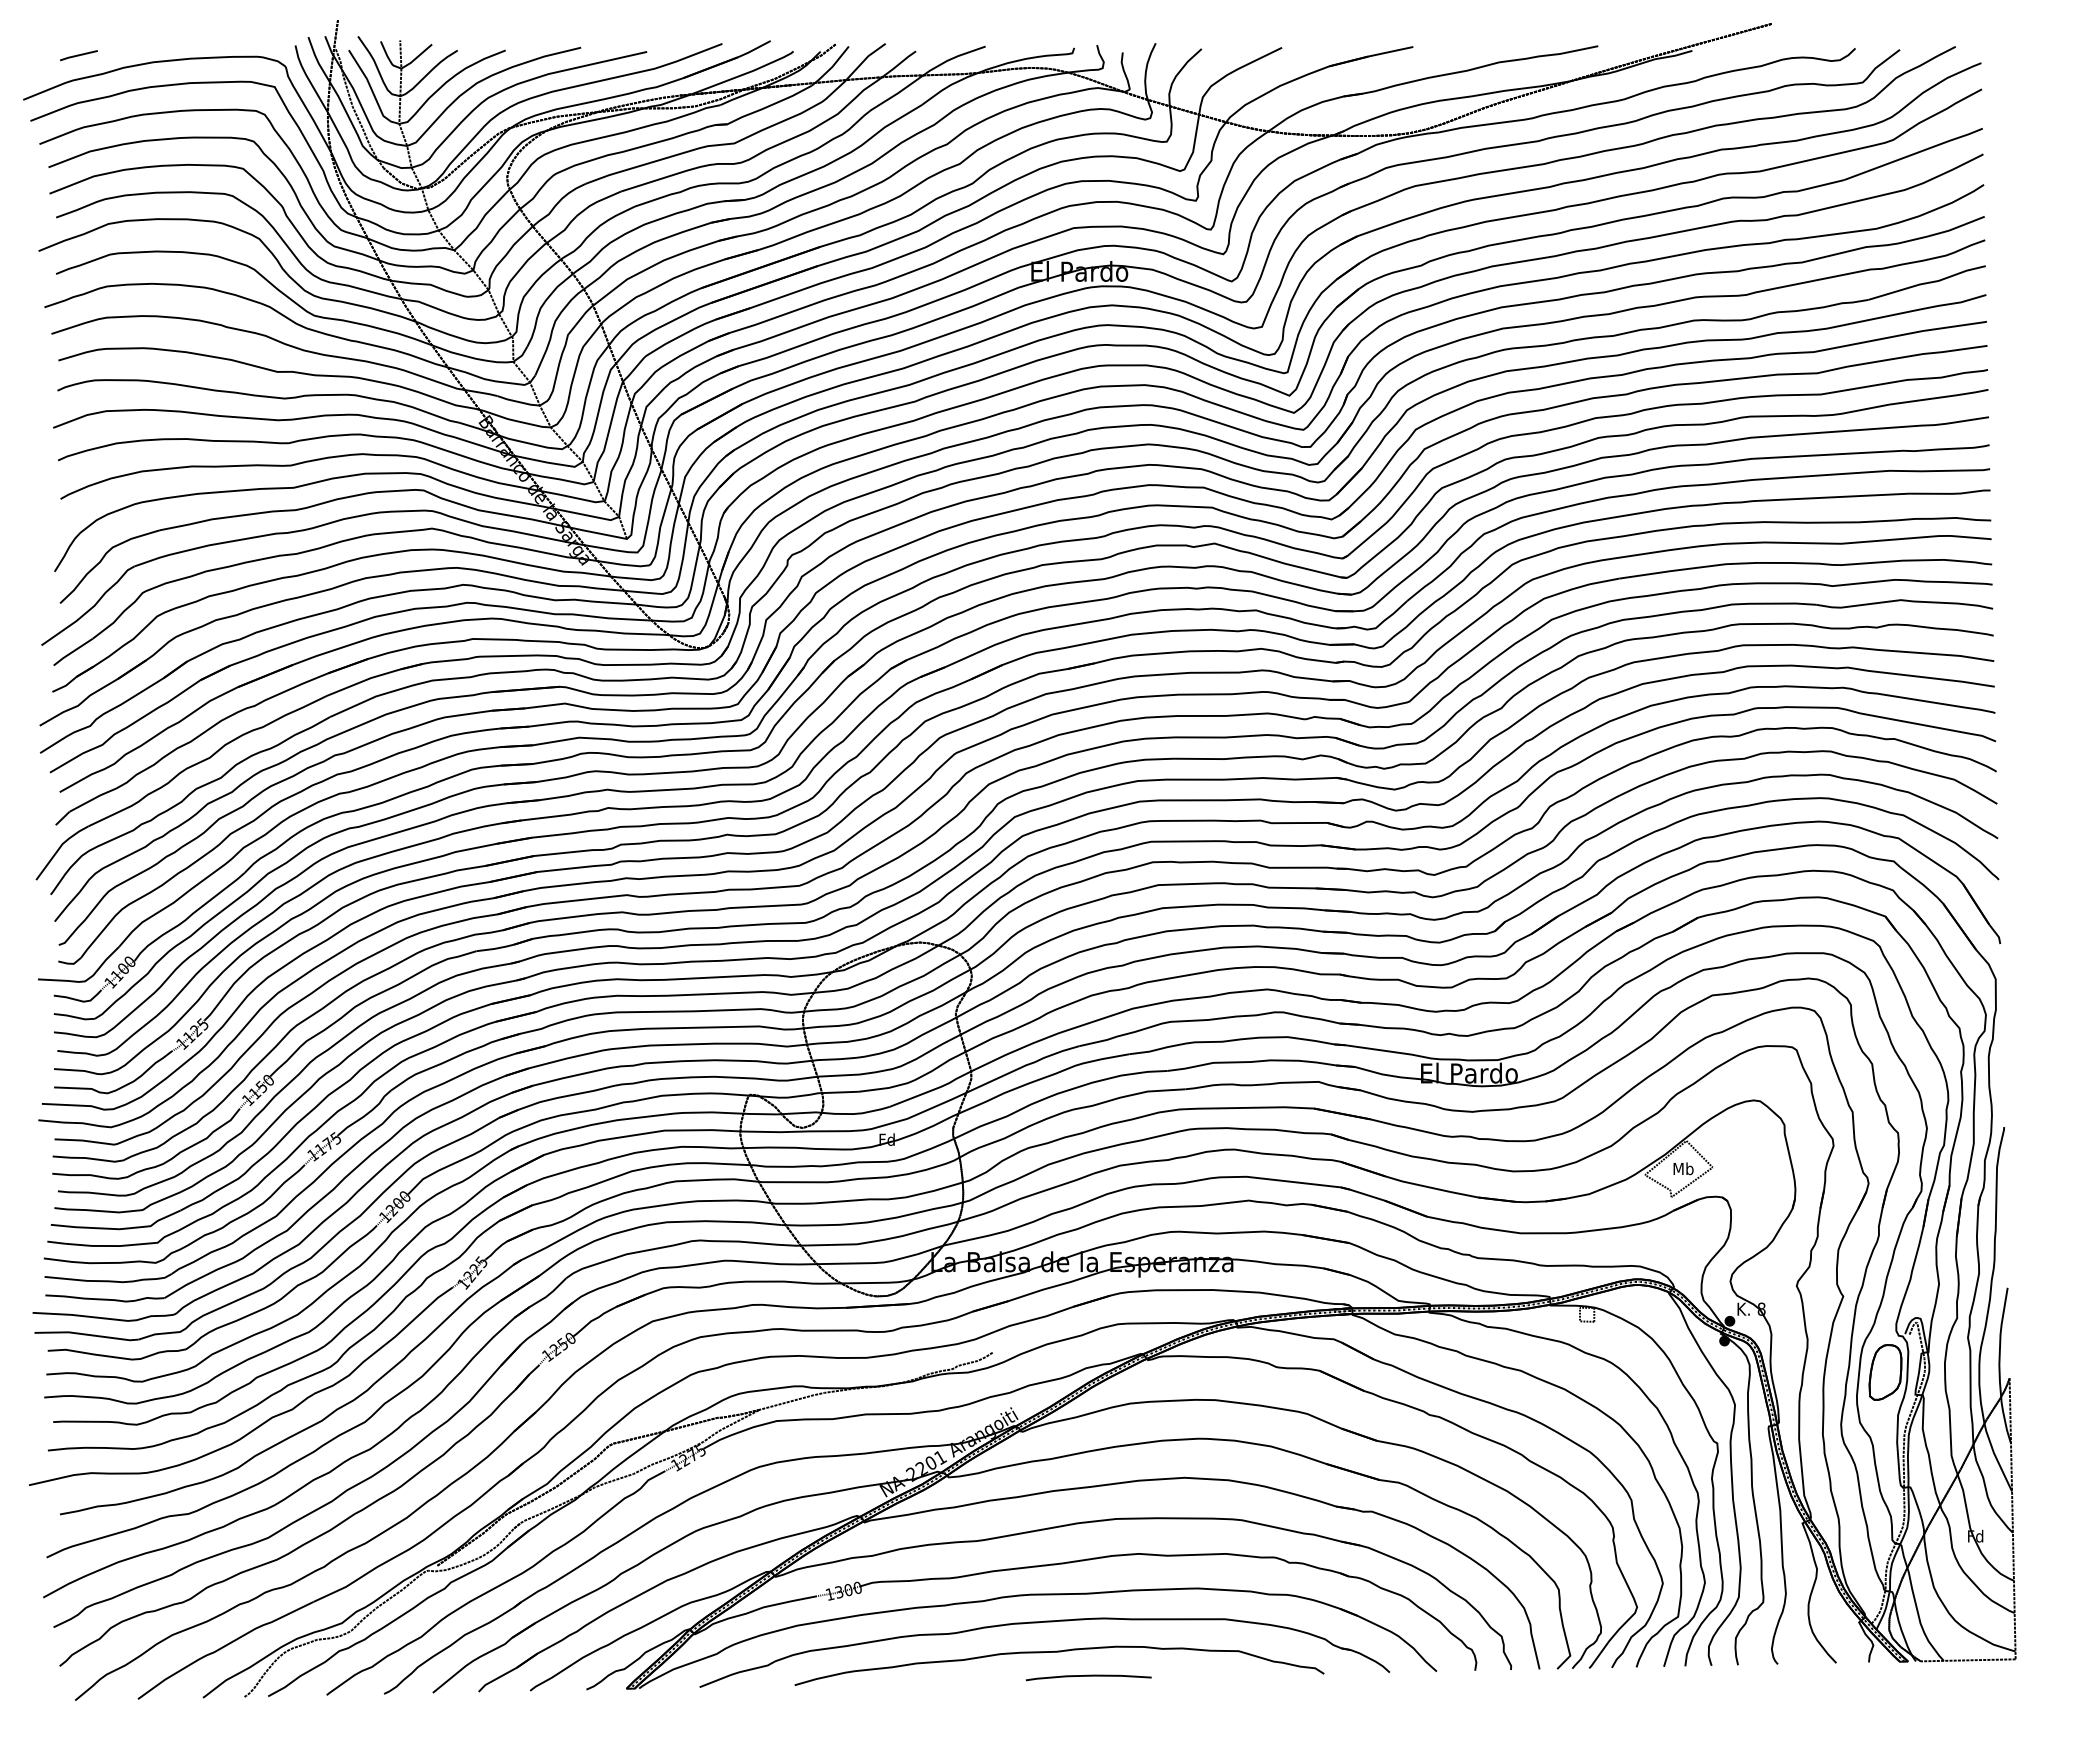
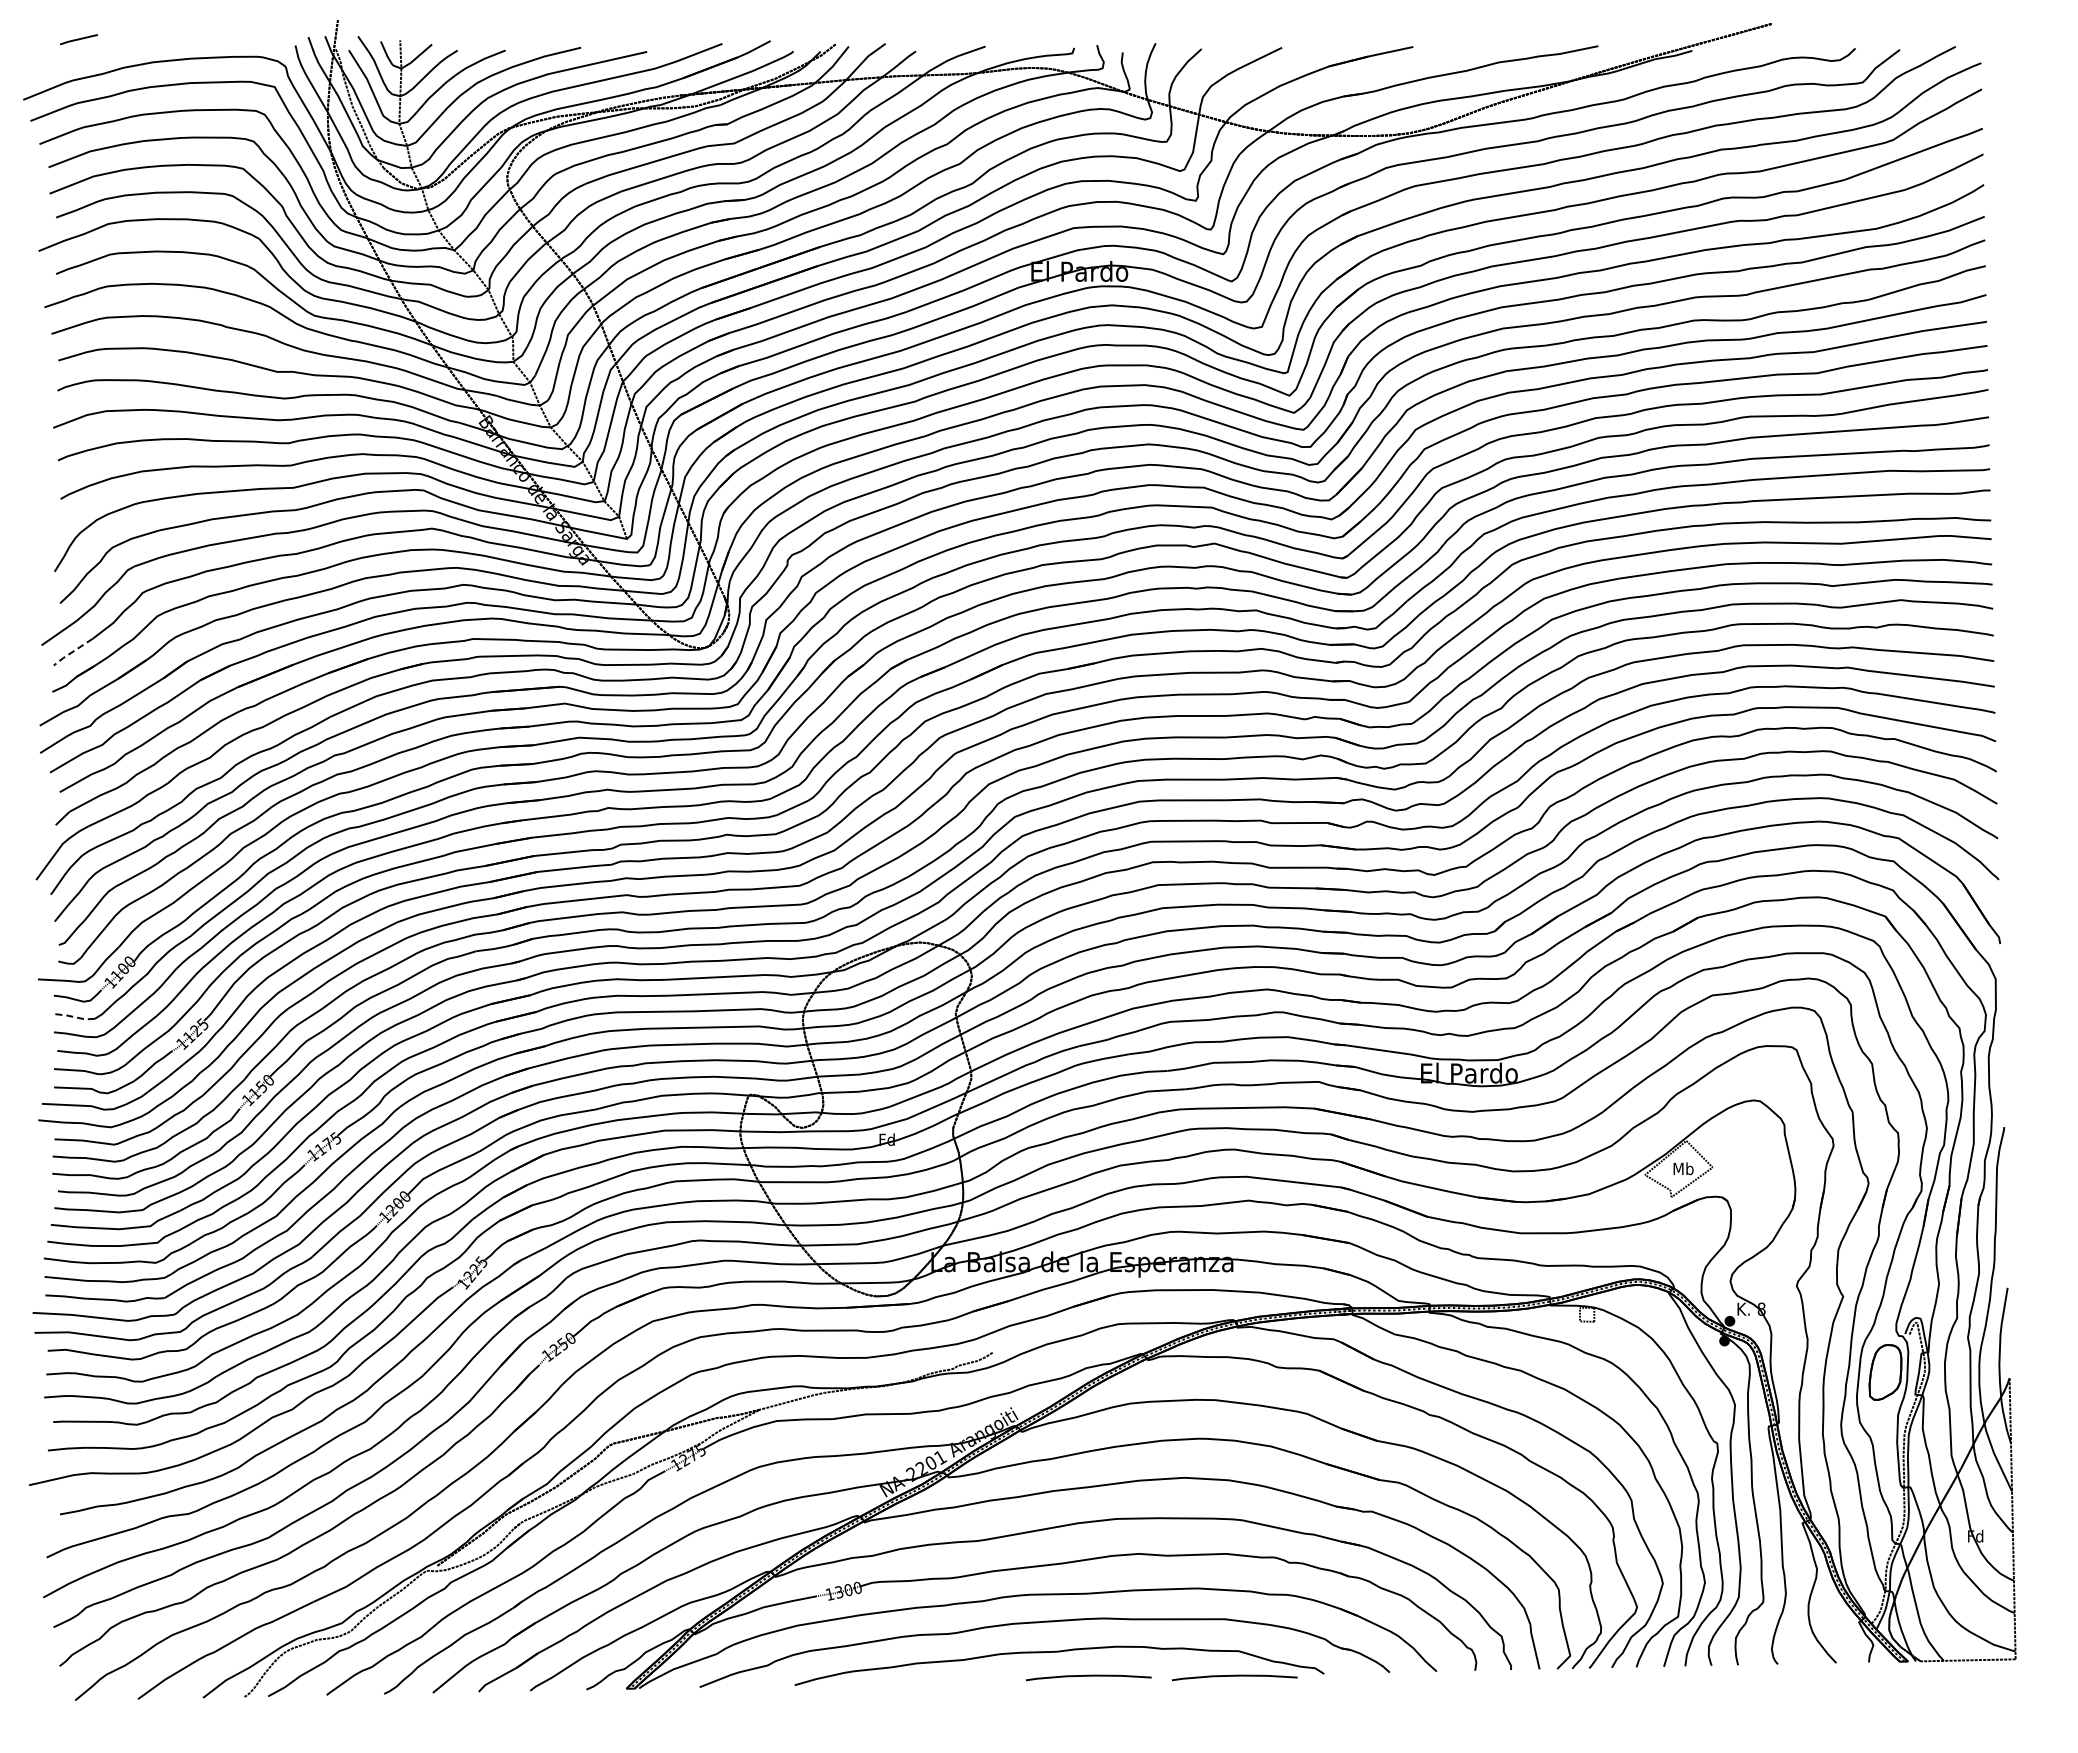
line at (78, 55) position: (78, 55) -> (78, 39)
line at (72, 652): solid -> dashed
line at (74, 1017): solid -> dashed
curve at (1234, 1676): none -> present
